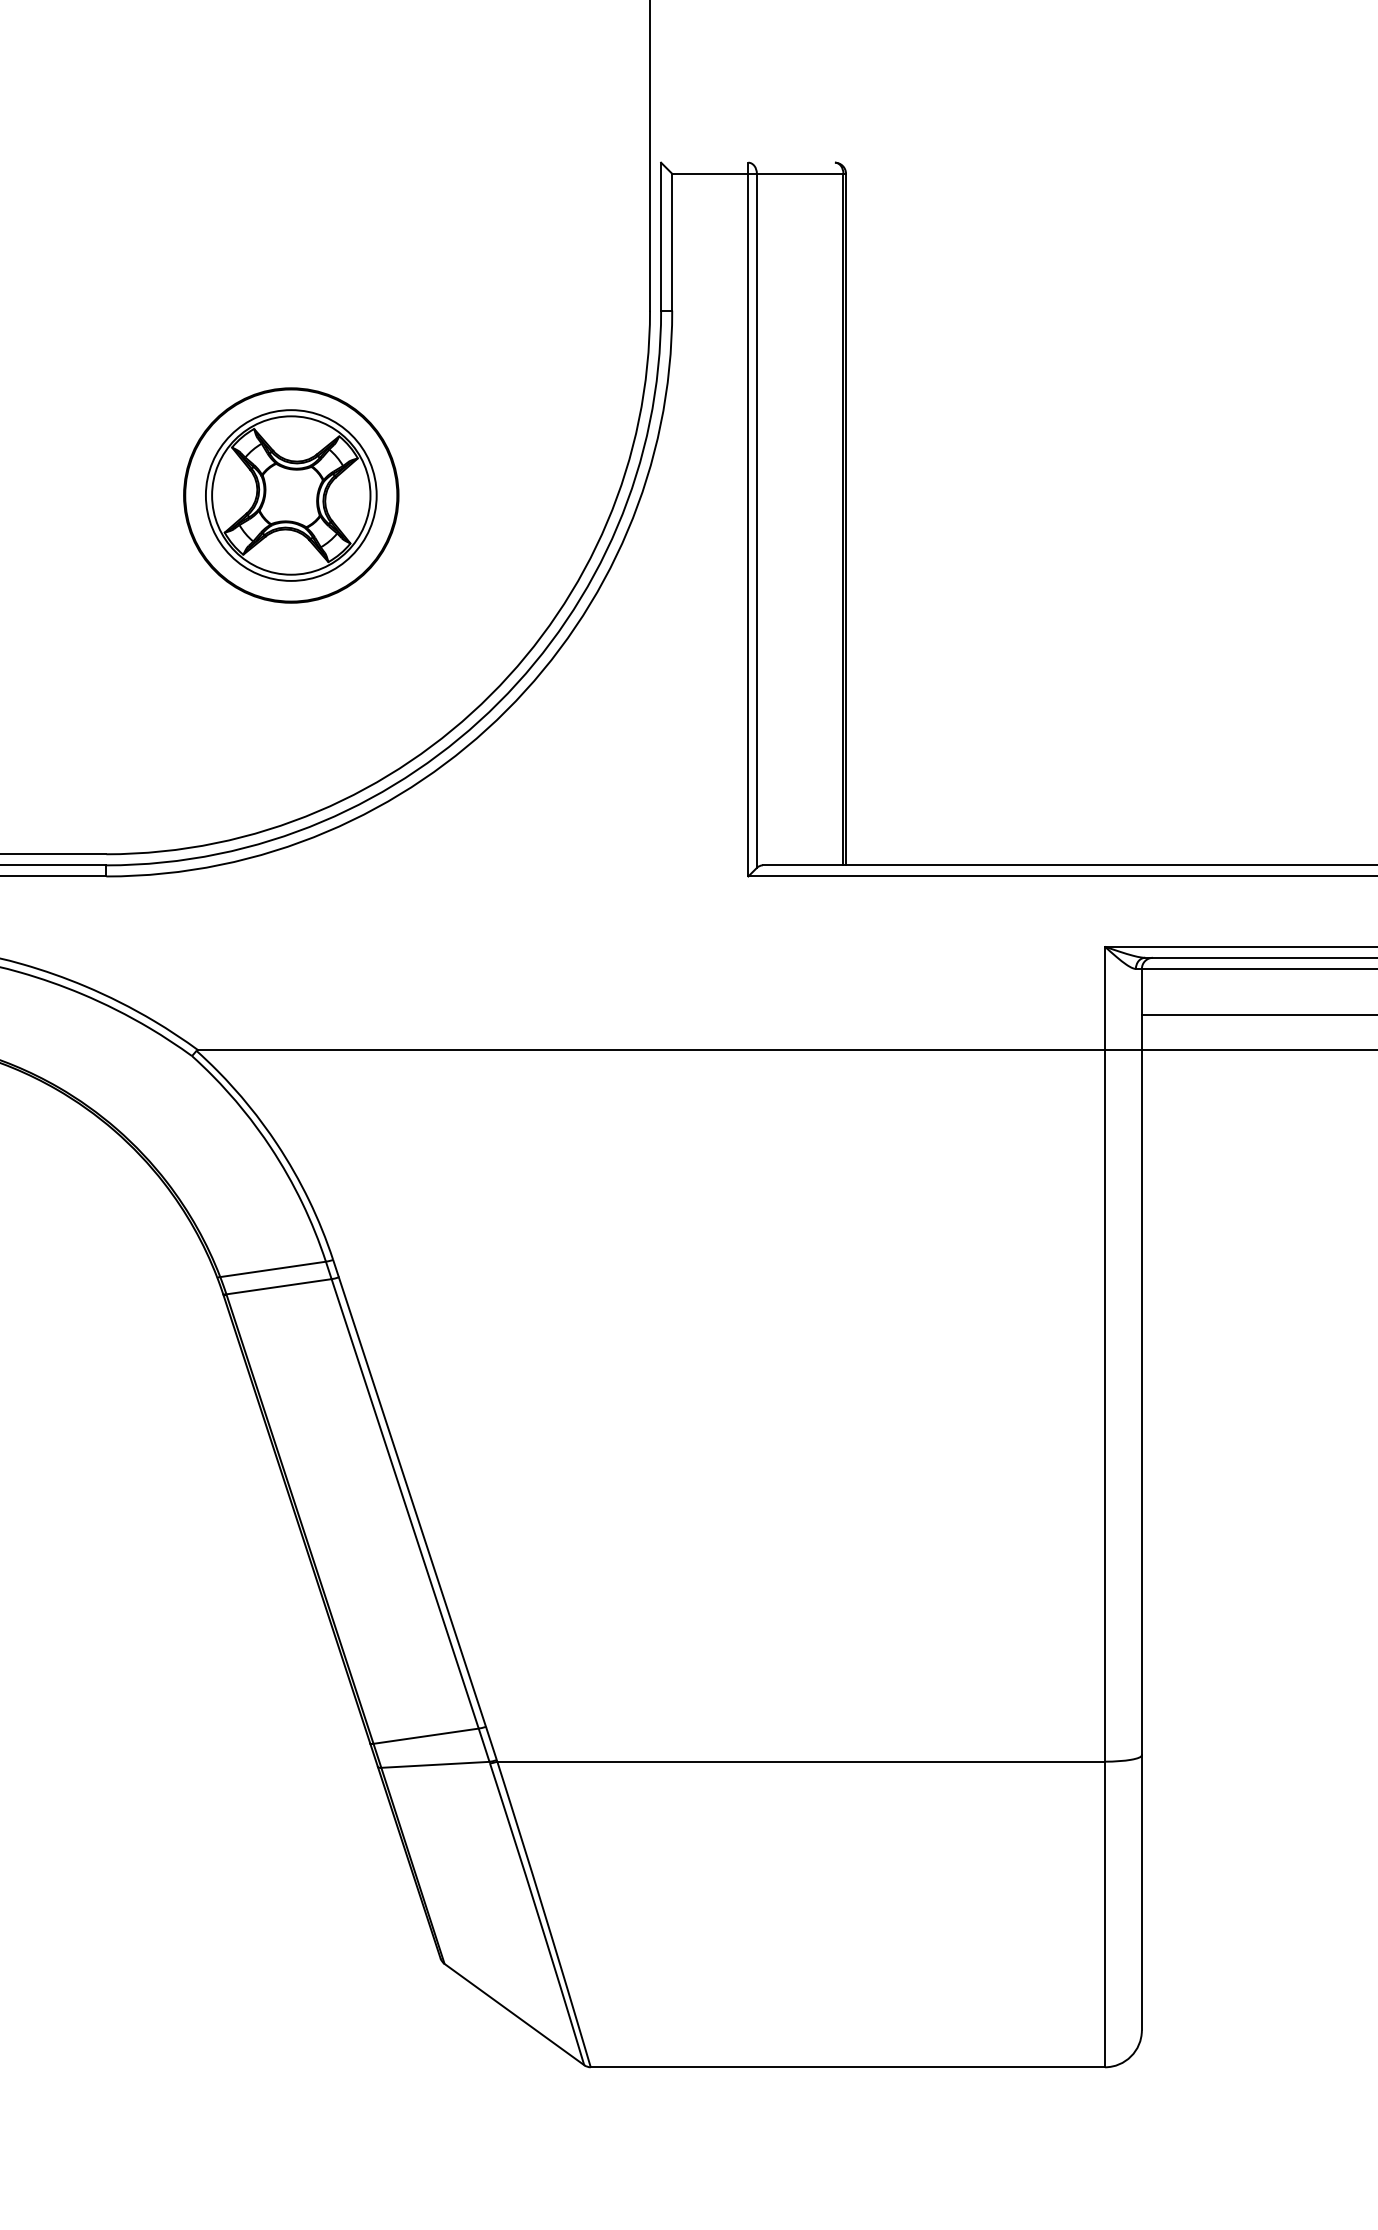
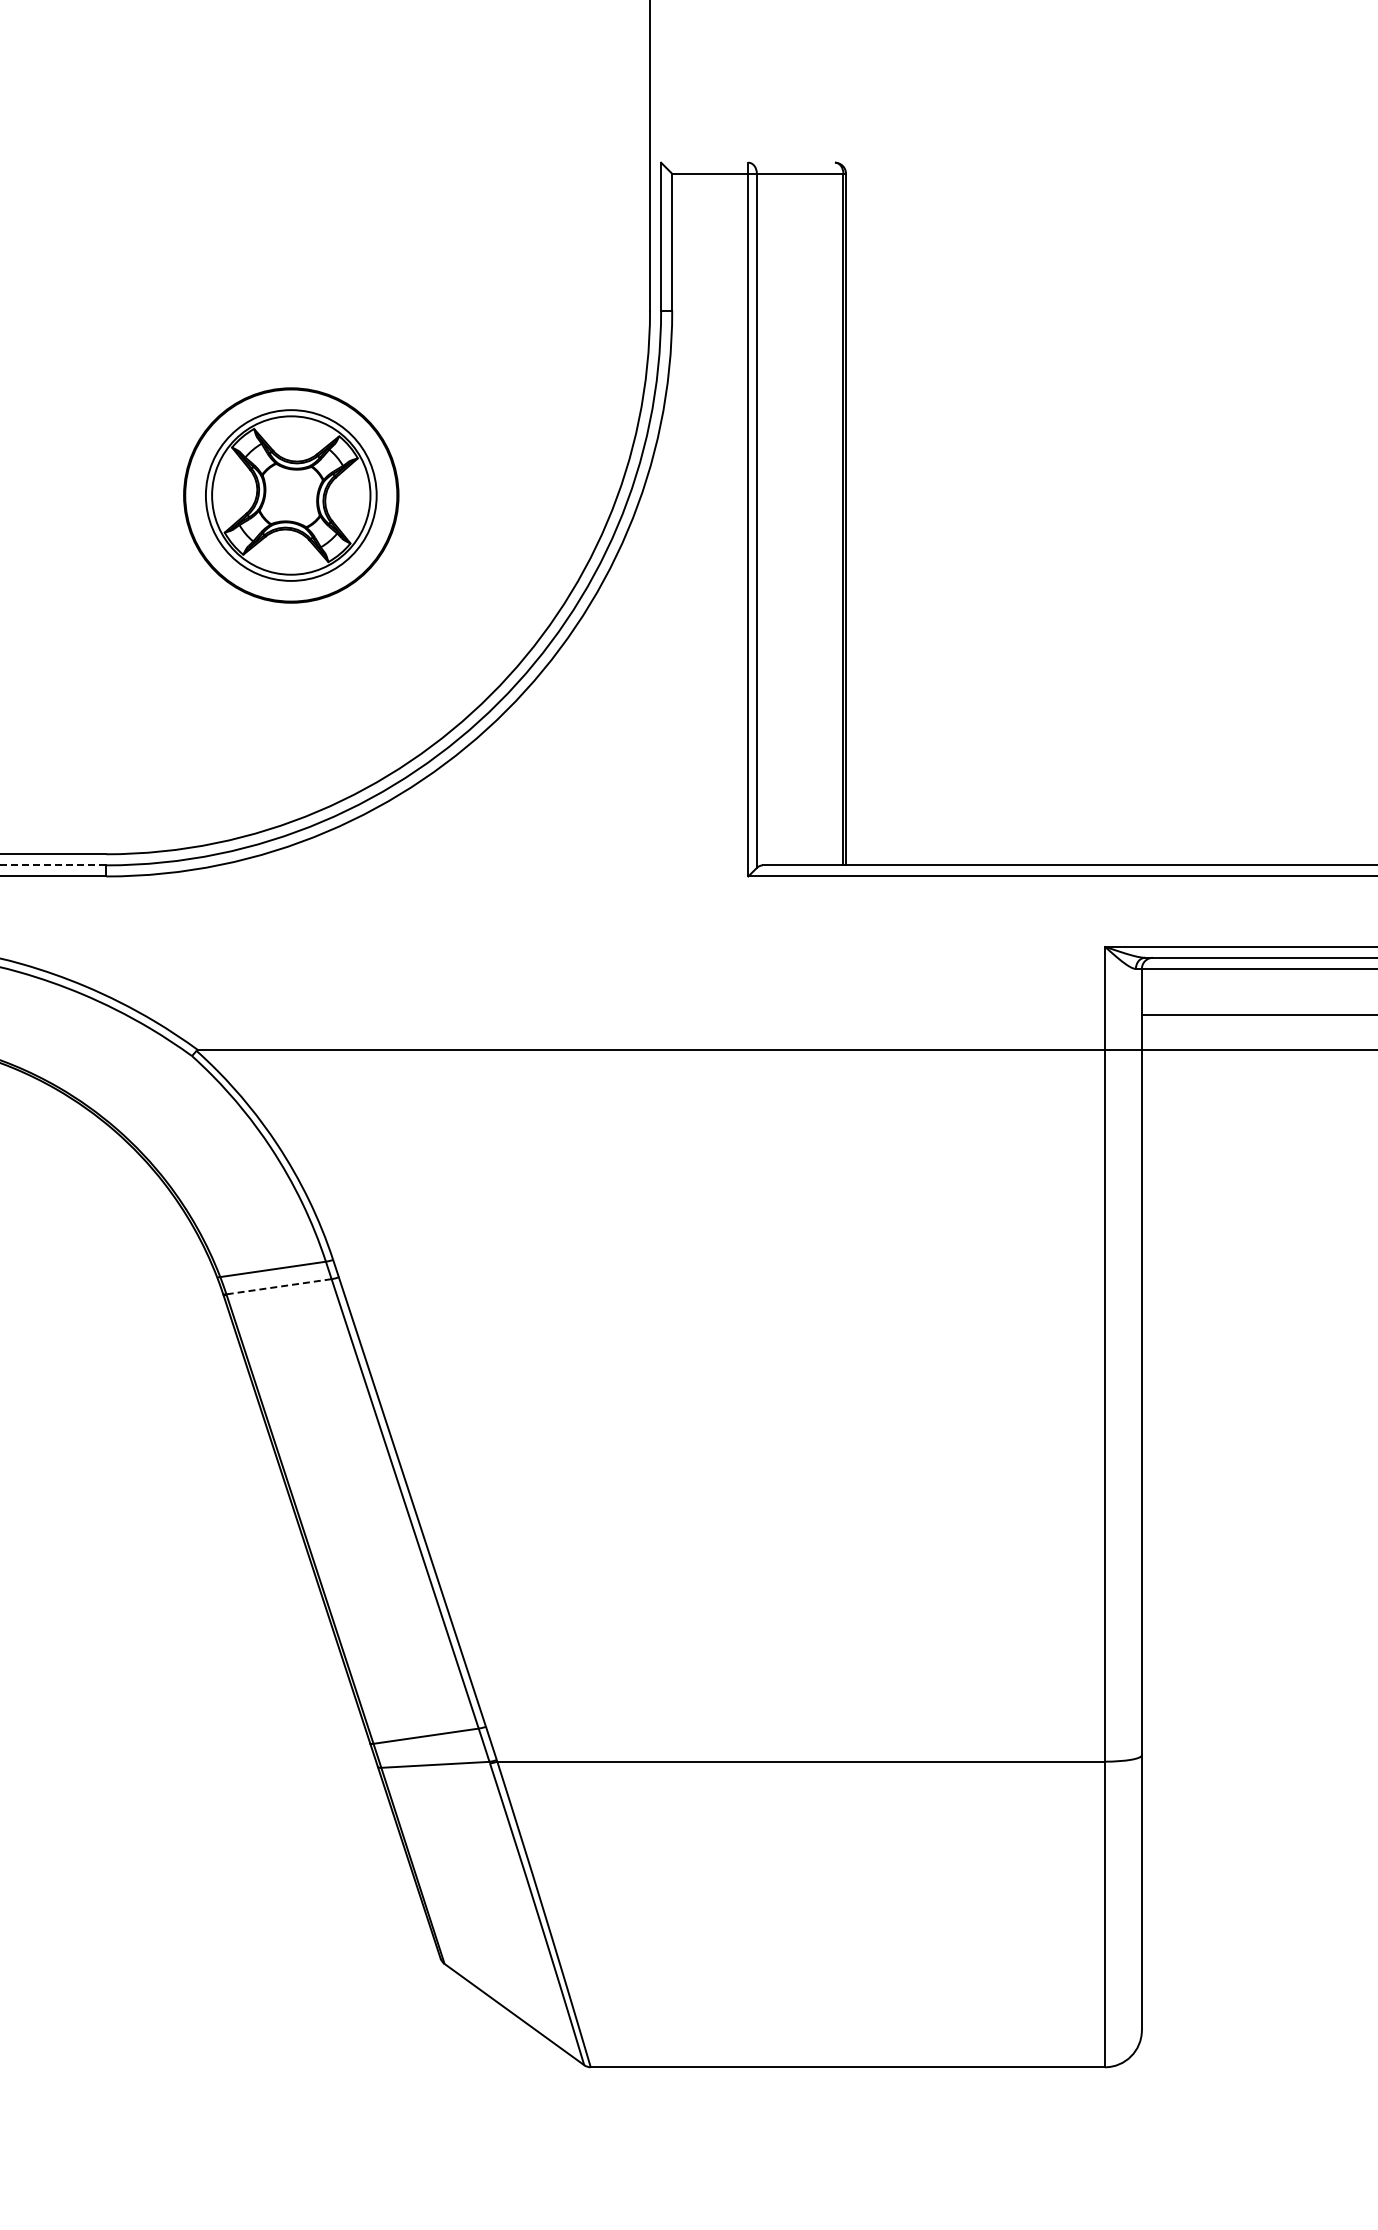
line at (53, 865): solid -> dashed
line at (278, 1286): solid -> dashed
